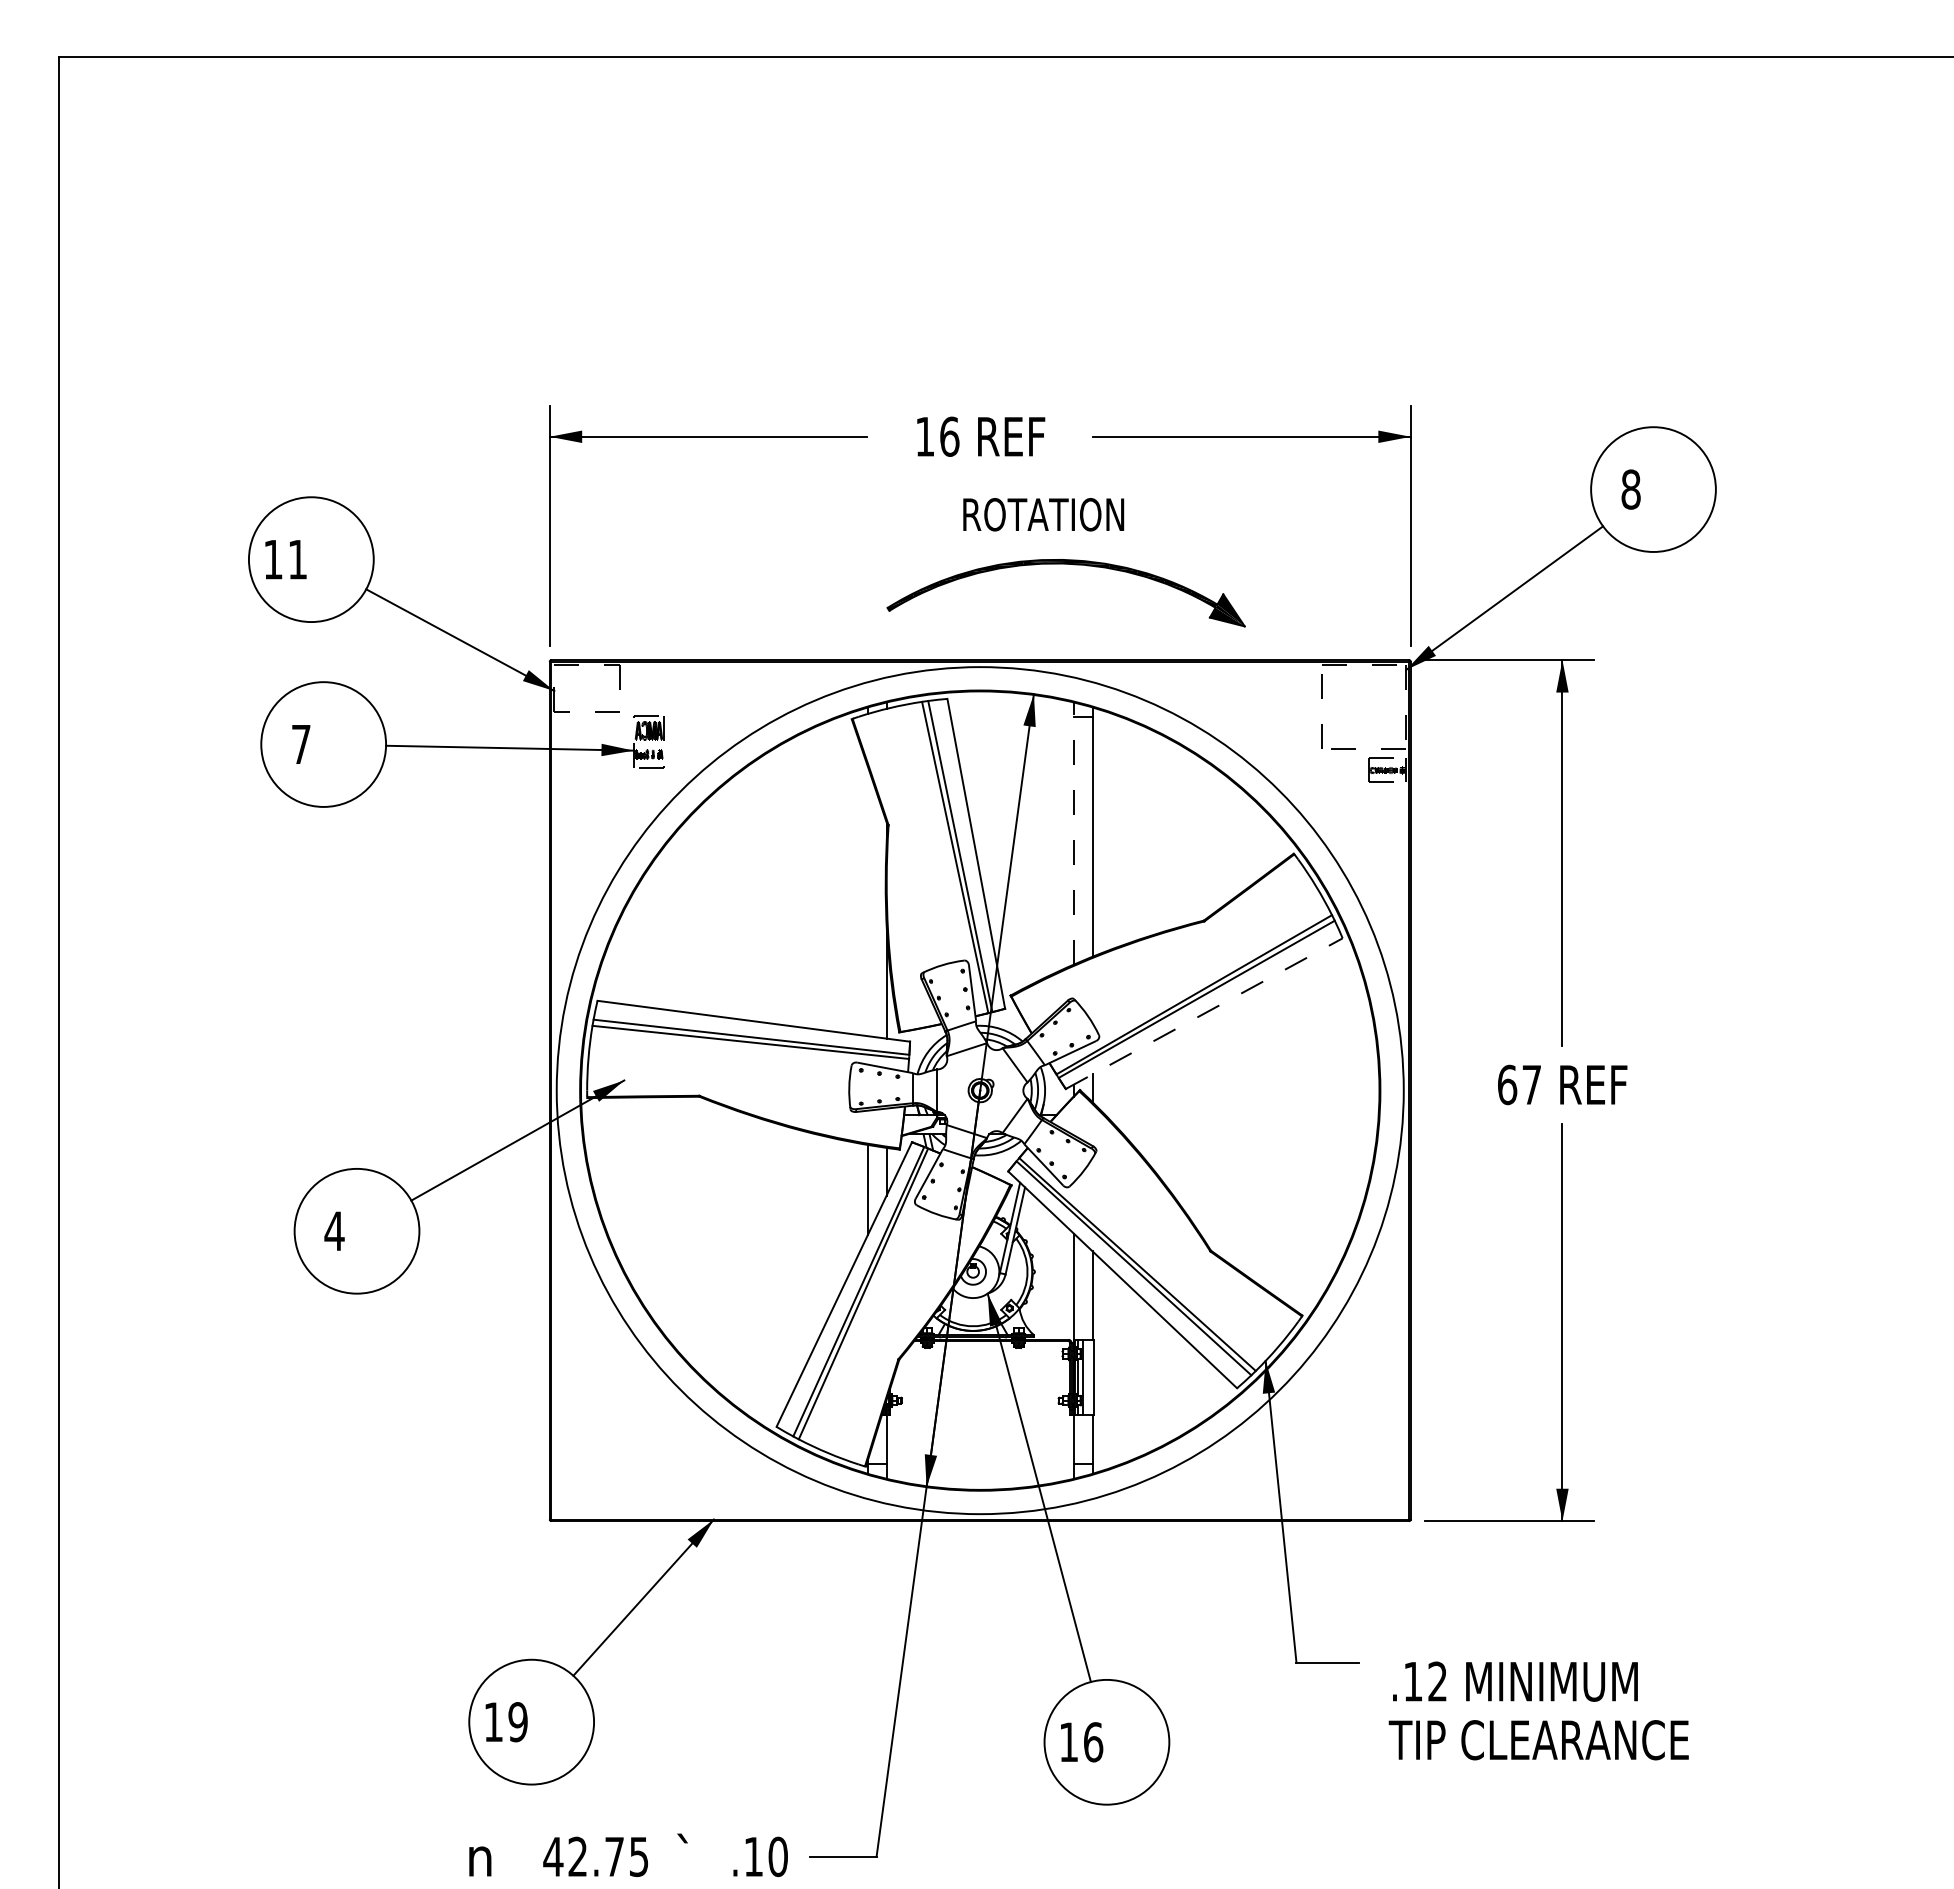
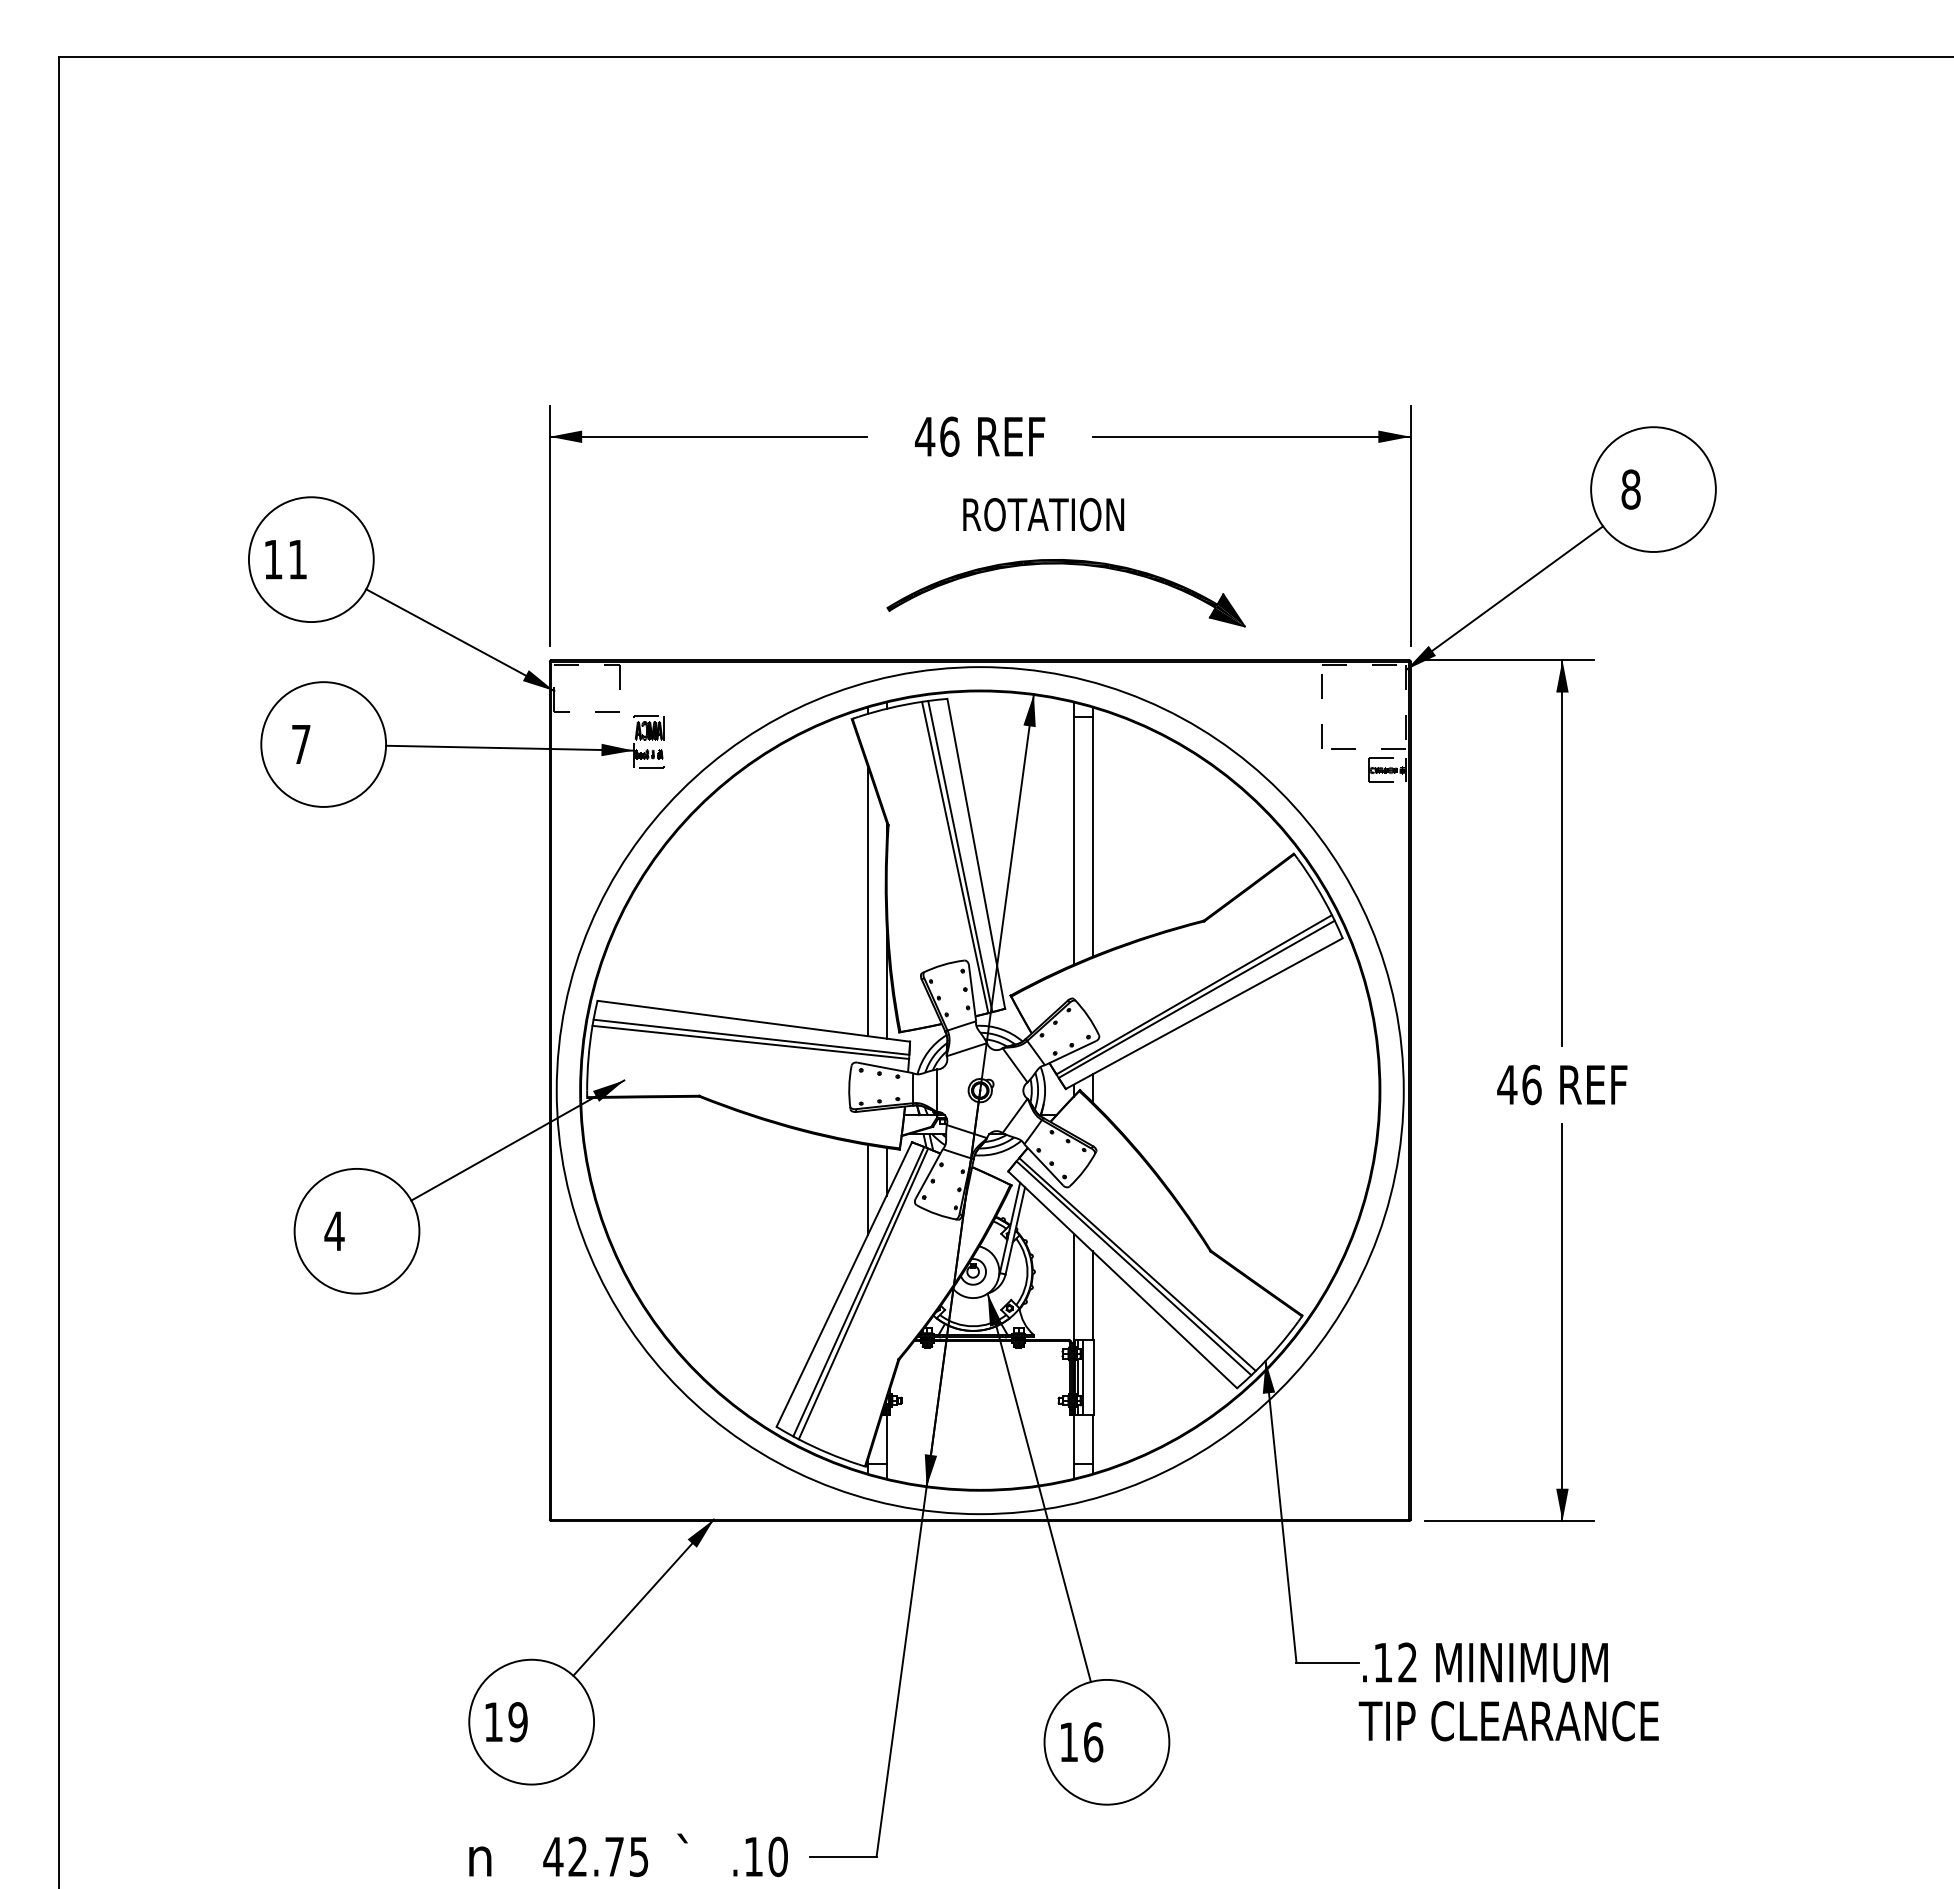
text at (925, 436): 16 -> 46
line at (1073, 833): dashed -> solid
line at (867, 901): none -> present
line at (1204, 1013): dashed -> solid
text at (1519, 1084): 67 -> 46
text at (1538, 1710) position: (1538, 1710) -> (1508, 1691)
